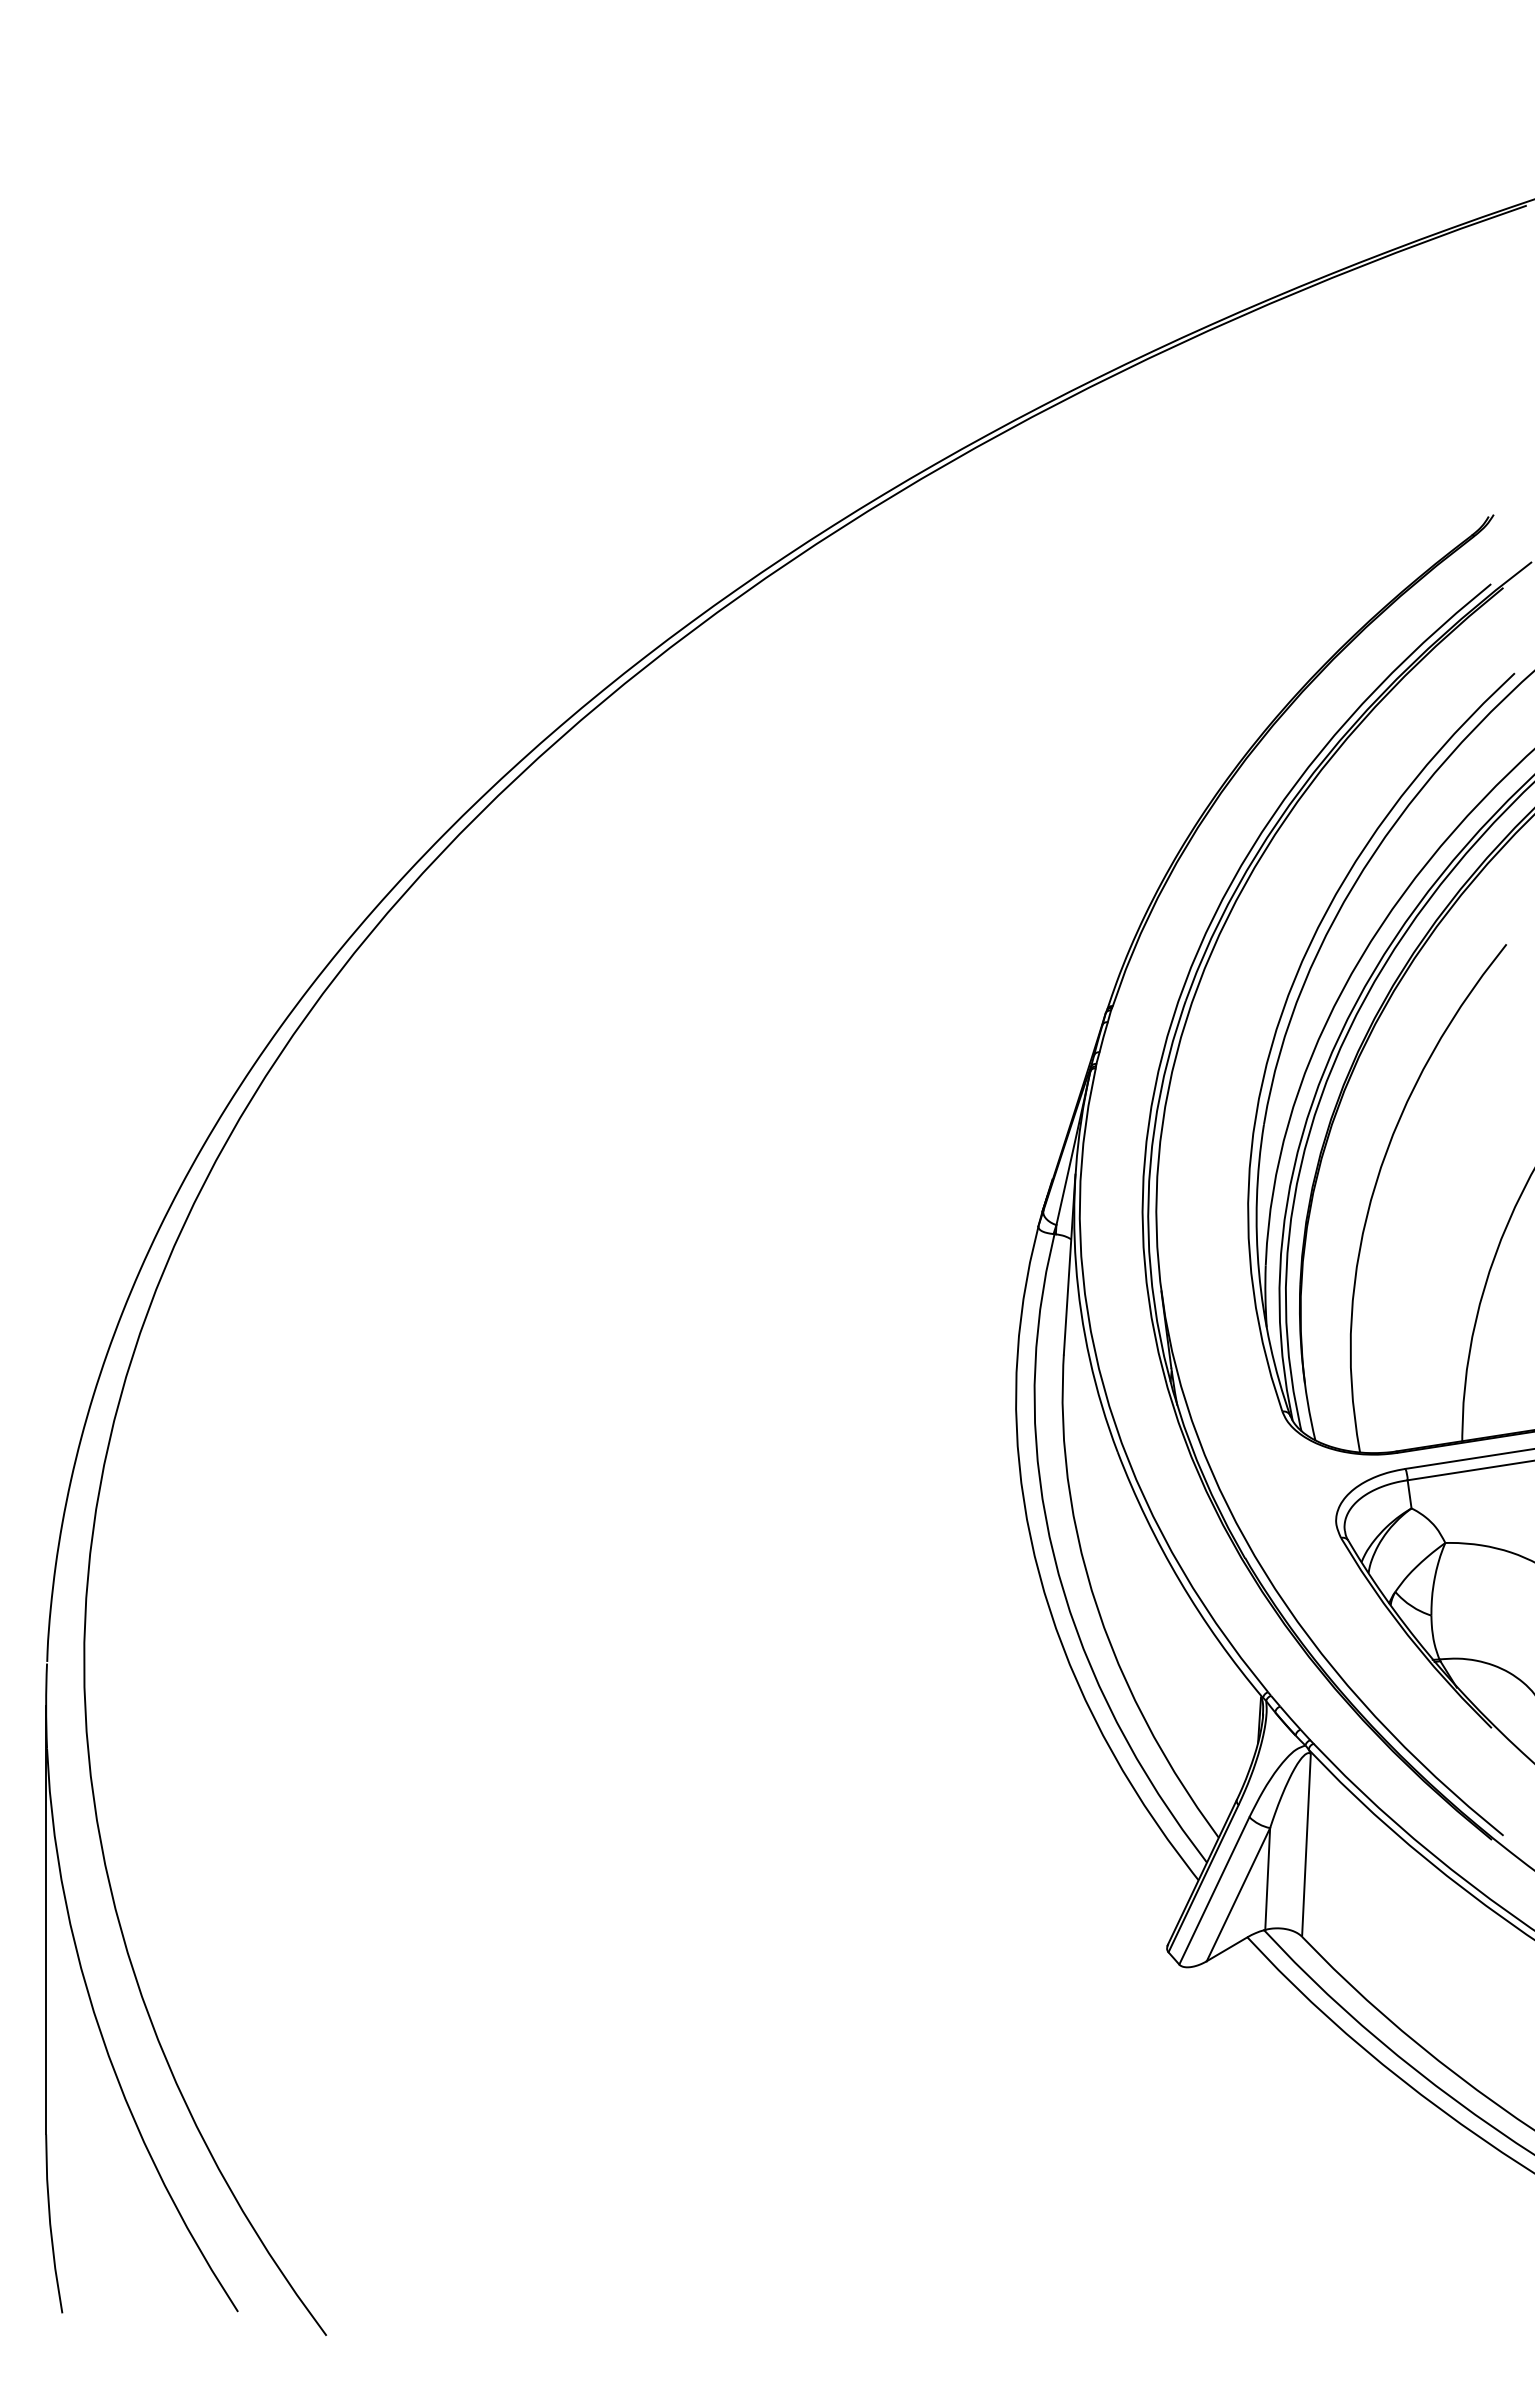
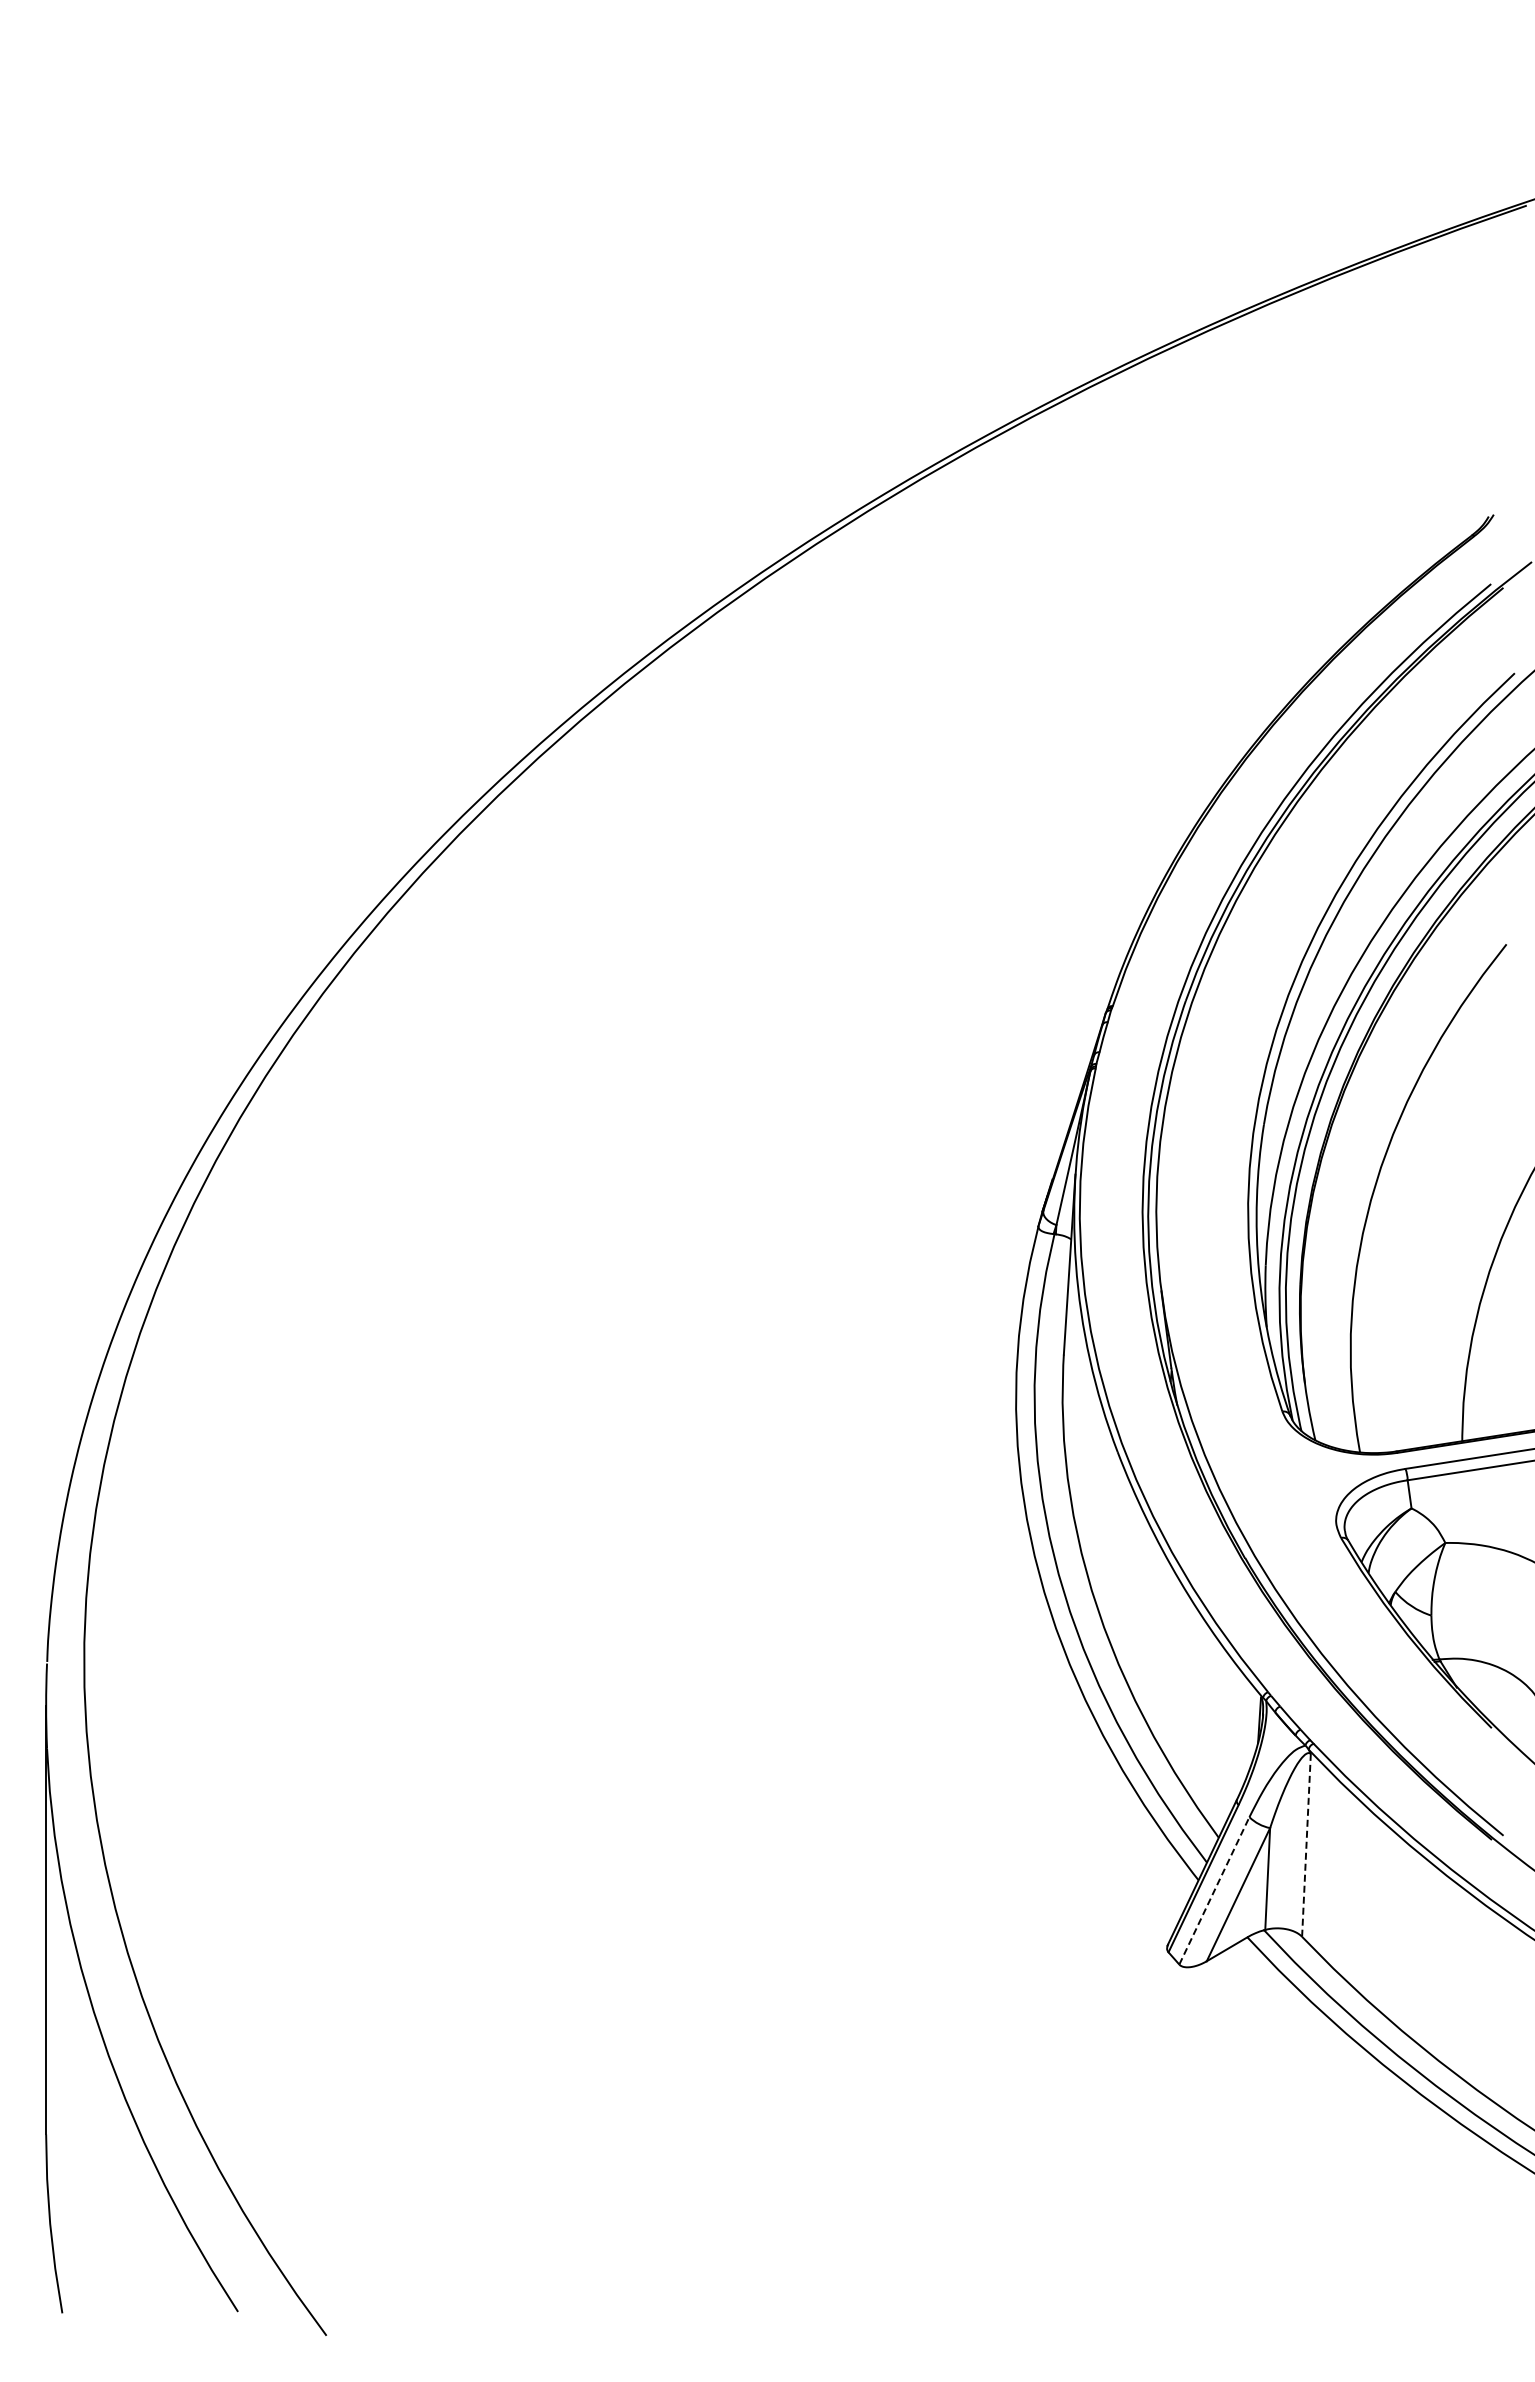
line at (1306, 1845): solid -> dashed
line at (1214, 1890): solid -> dashed
